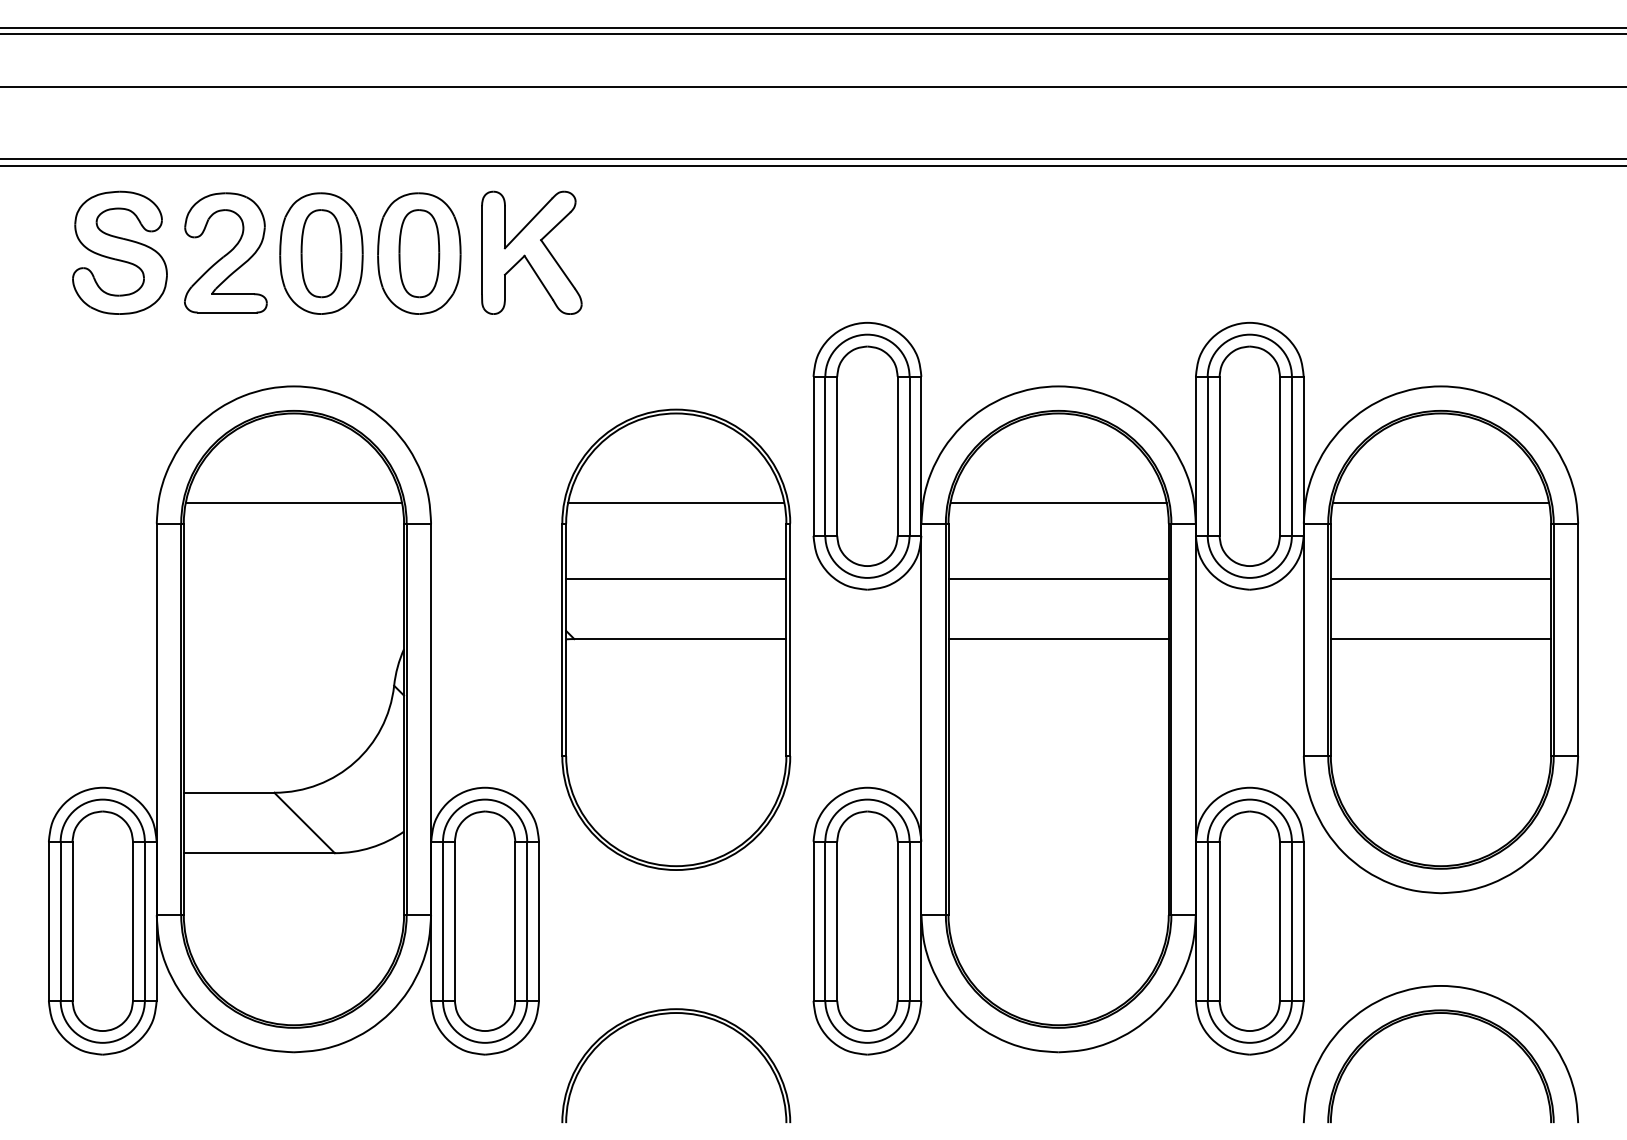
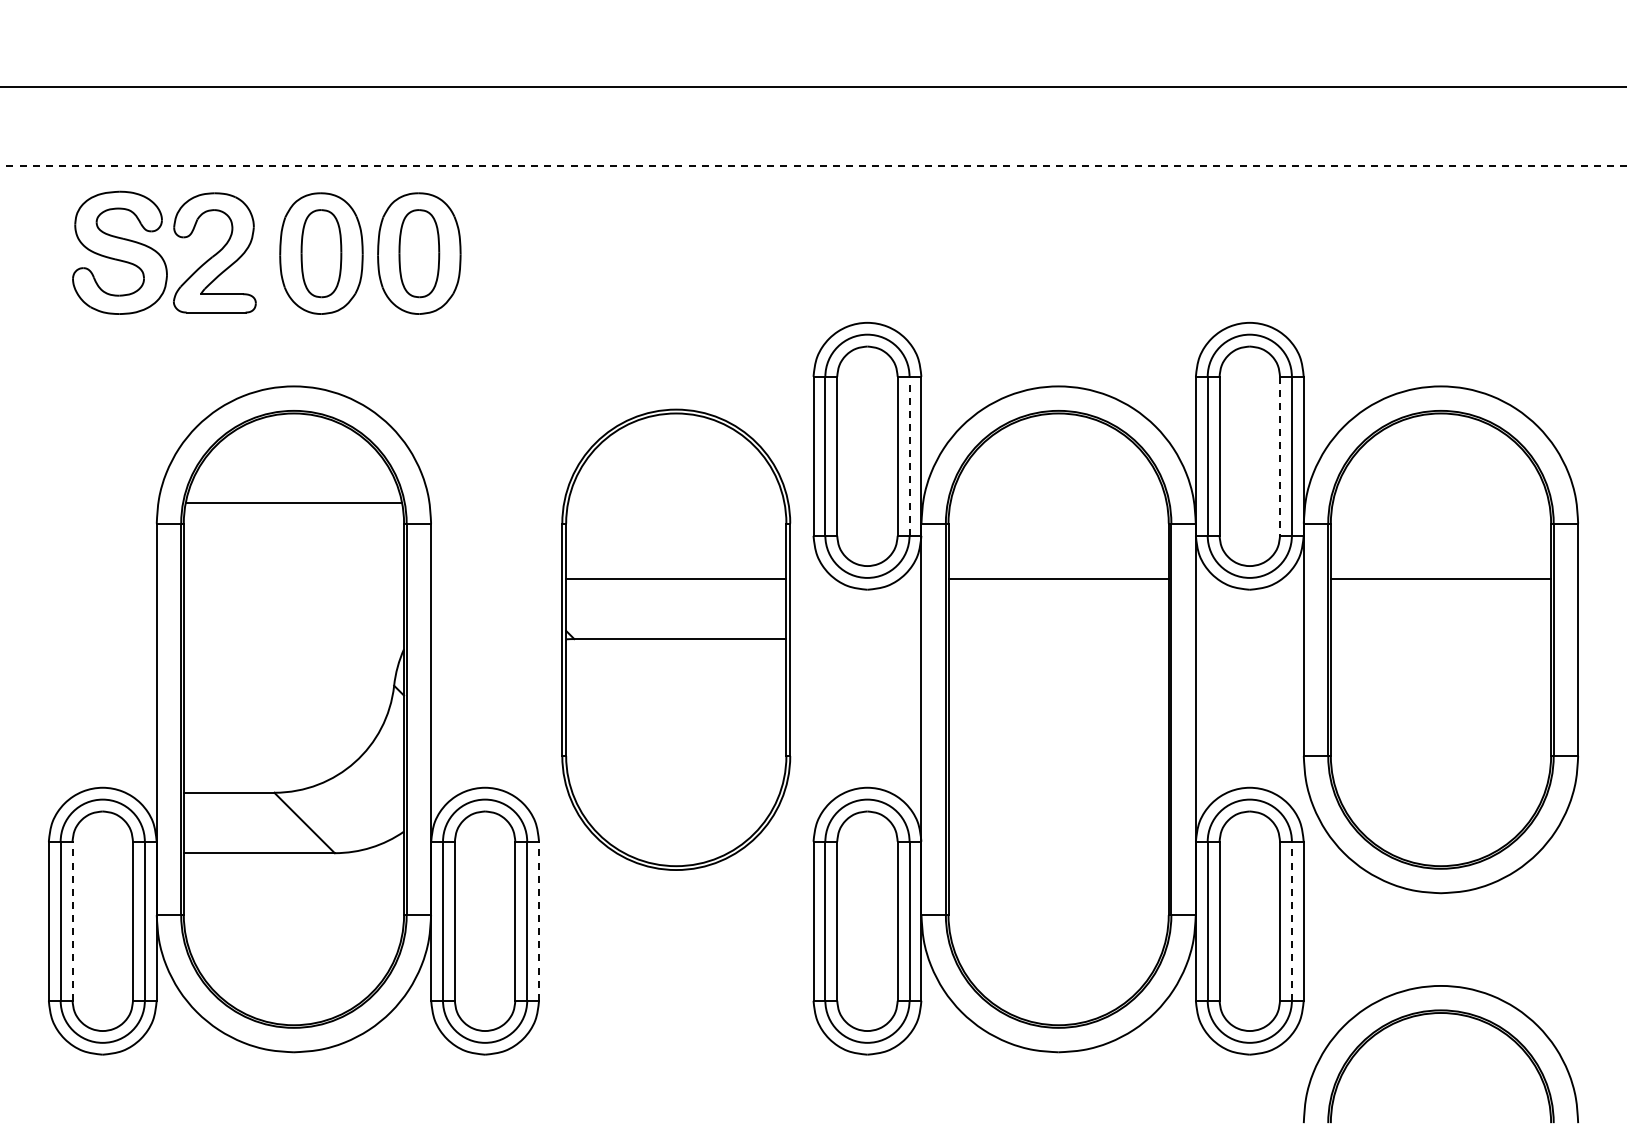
line at (812, 28): present -> none
line at (812, 34): present -> none
line at (812, 159): present -> none
line at (813, 165): solid -> dashed
part at (225, 252) position: (225, 252) -> (214, 252)
part at (531, 252): present -> none
line at (909, 456): solid -> dashed
line at (1280, 456): solid -> dashed
line at (676, 502): present -> none
line at (1058, 502): present -> none
line at (1440, 502): present -> none
line at (1058, 639): present -> none
line at (1440, 639): present -> none
line at (72, 921): solid -> dashed
line at (539, 921): solid -> dashed
line at (1291, 921): solid -> dashed
part at (682, 1014): present -> none
